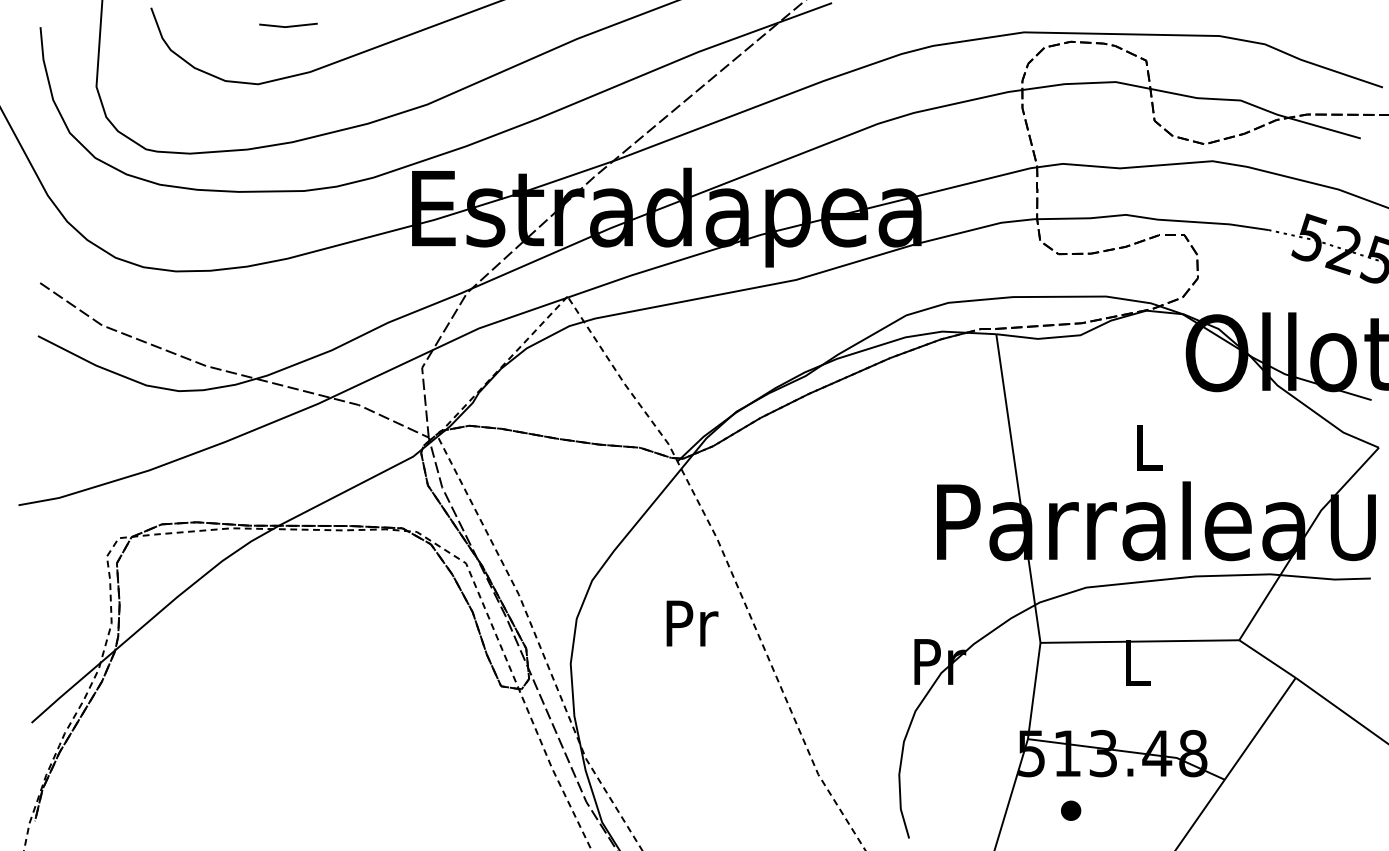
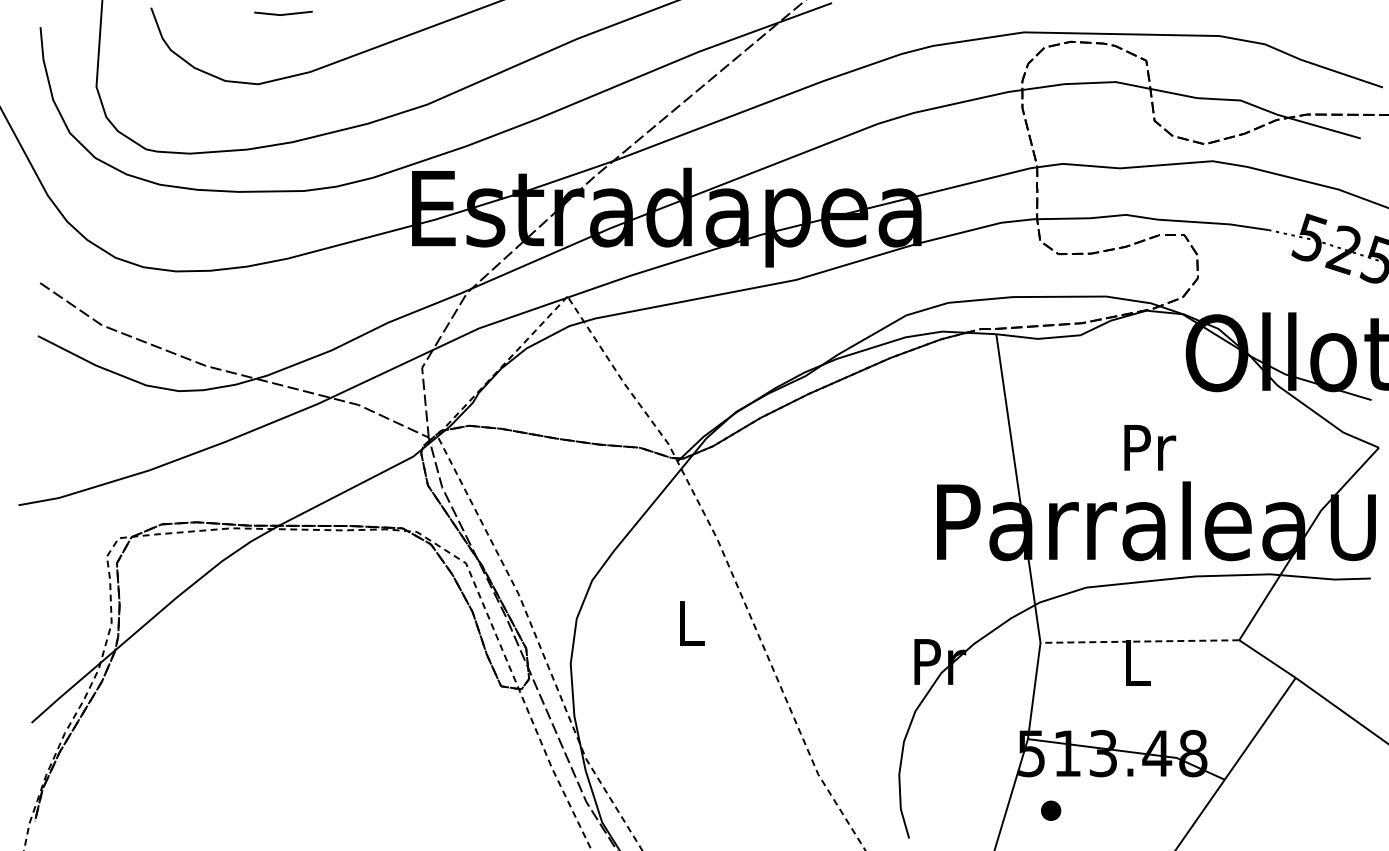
line at (288, 25) position: (288, 25) -> (283, 13)
text at (1150, 447): L -> Pr
text at (692, 623): Pr -> L
line at (1139, 641): solid -> dashed
part at (1071, 810) position: (1071, 810) -> (1051, 810)
